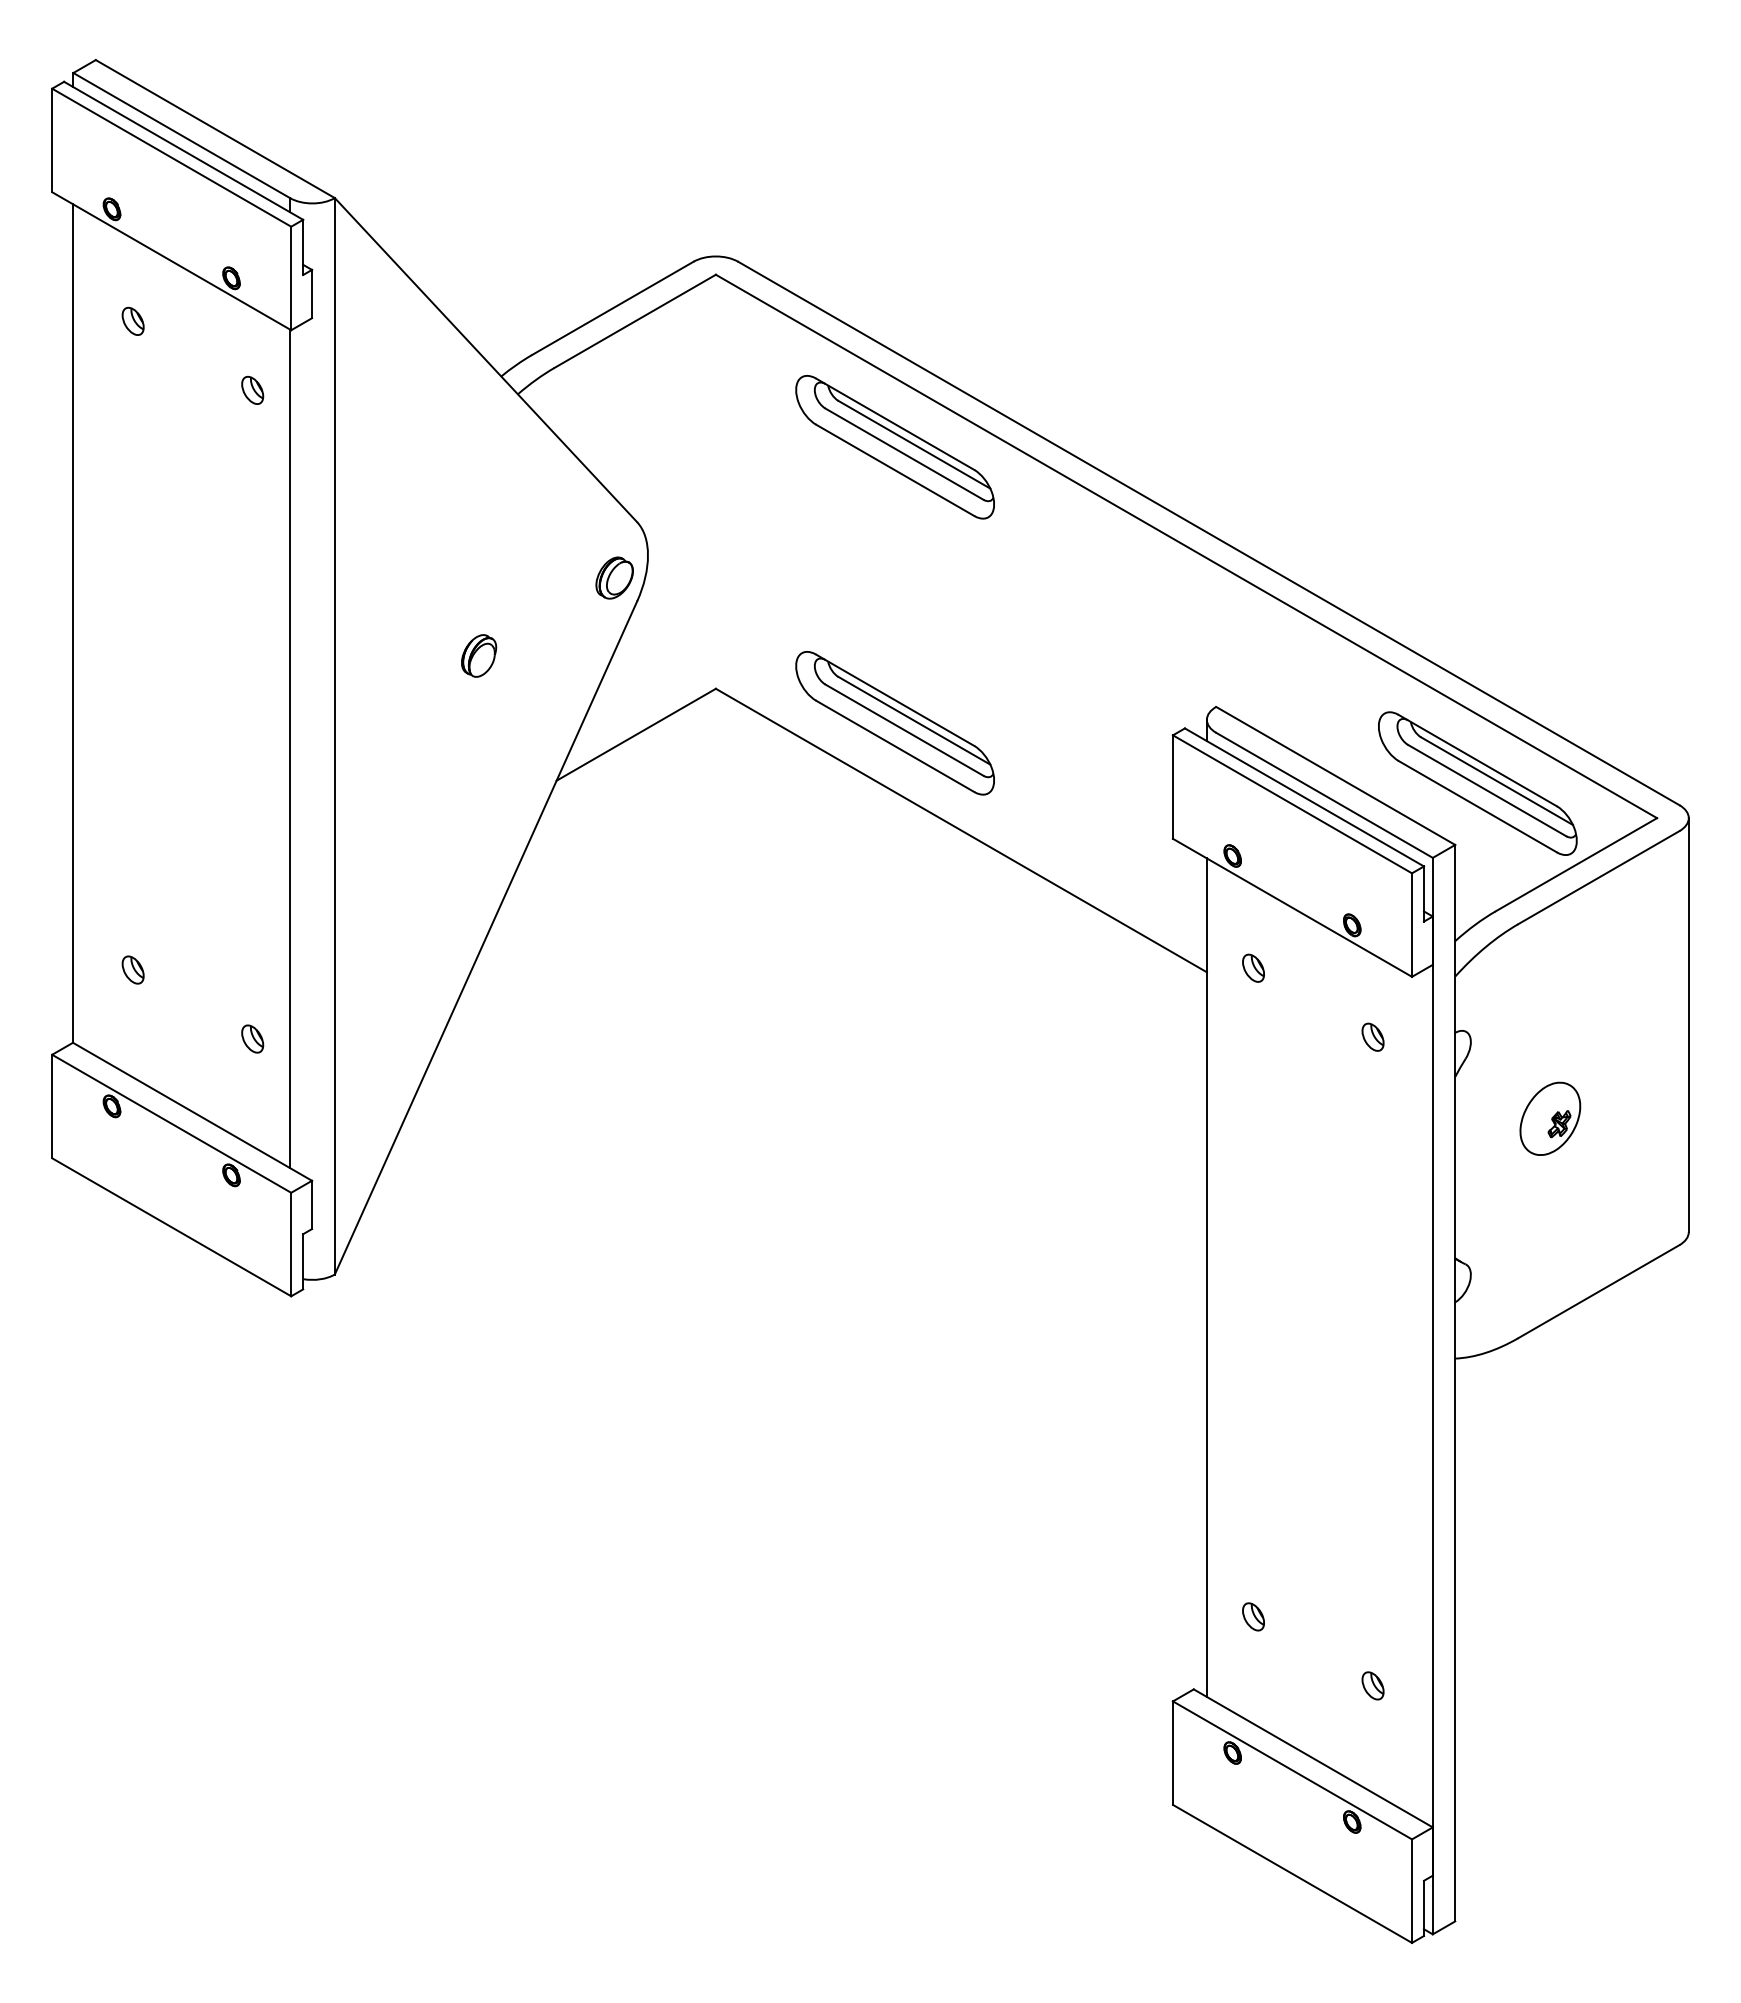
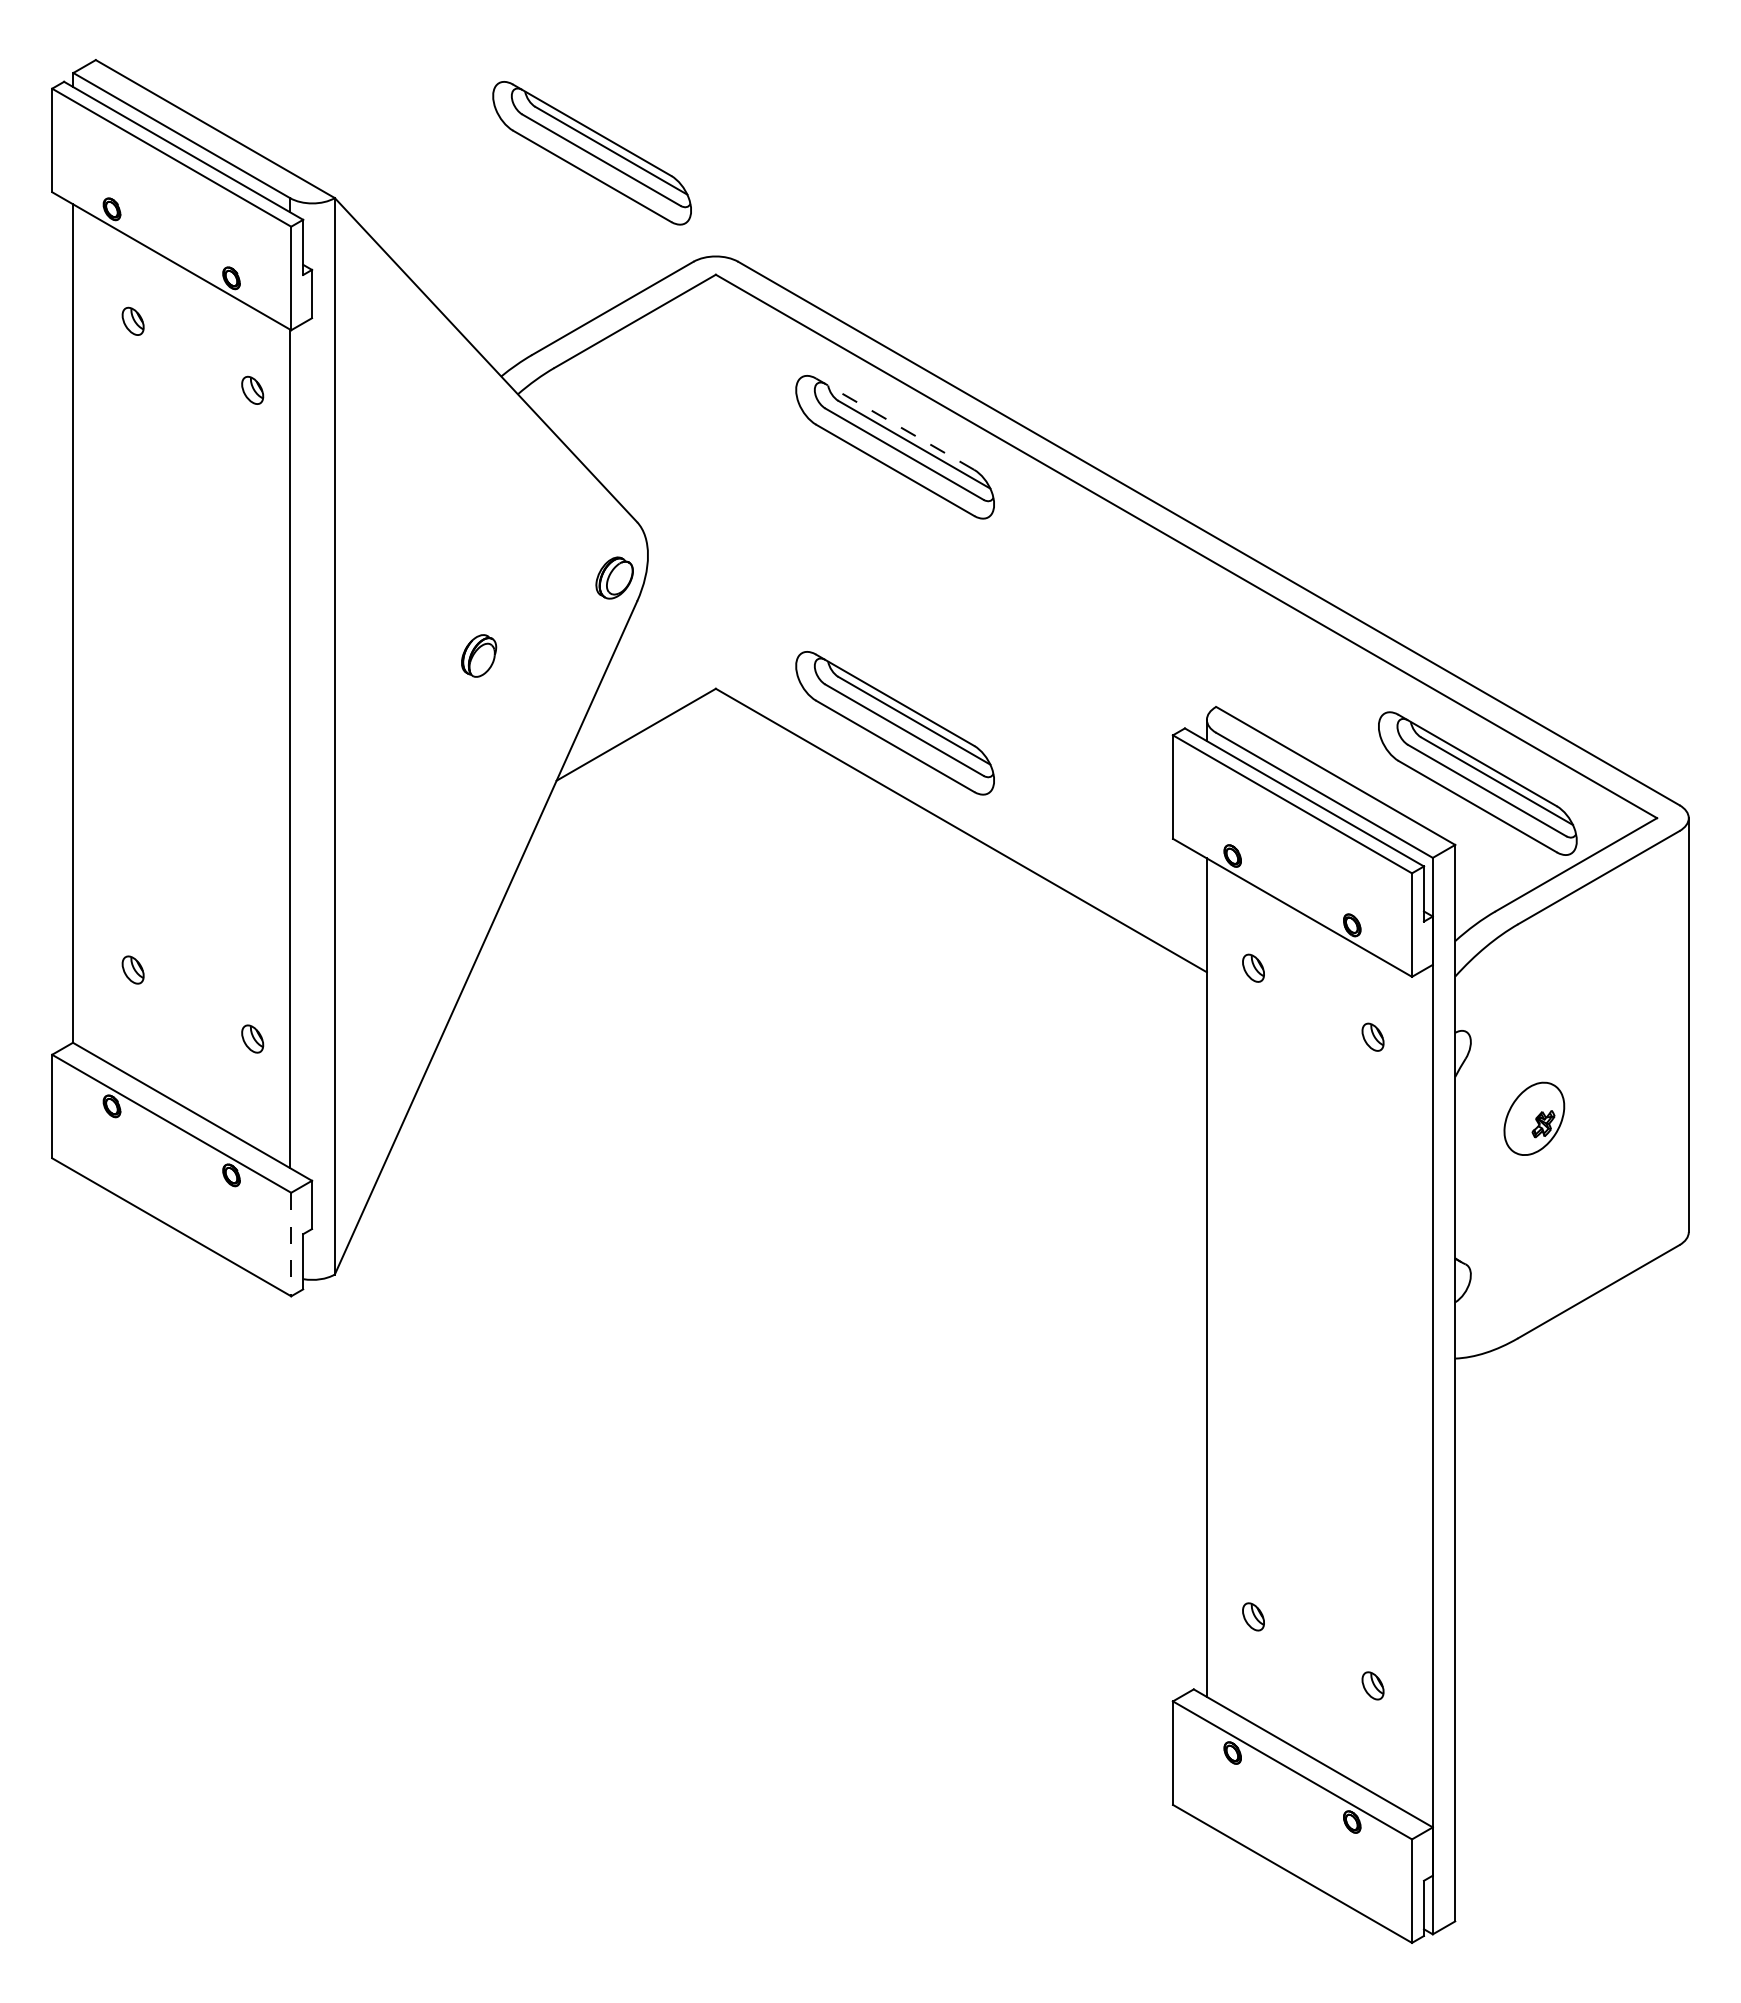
part at (591, 153): none -> present
line at (894, 423): solid -> dashed
part at (1550, 1118) position: (1550, 1118) -> (1534, 1118)
line at (291, 1244): solid -> dashed
